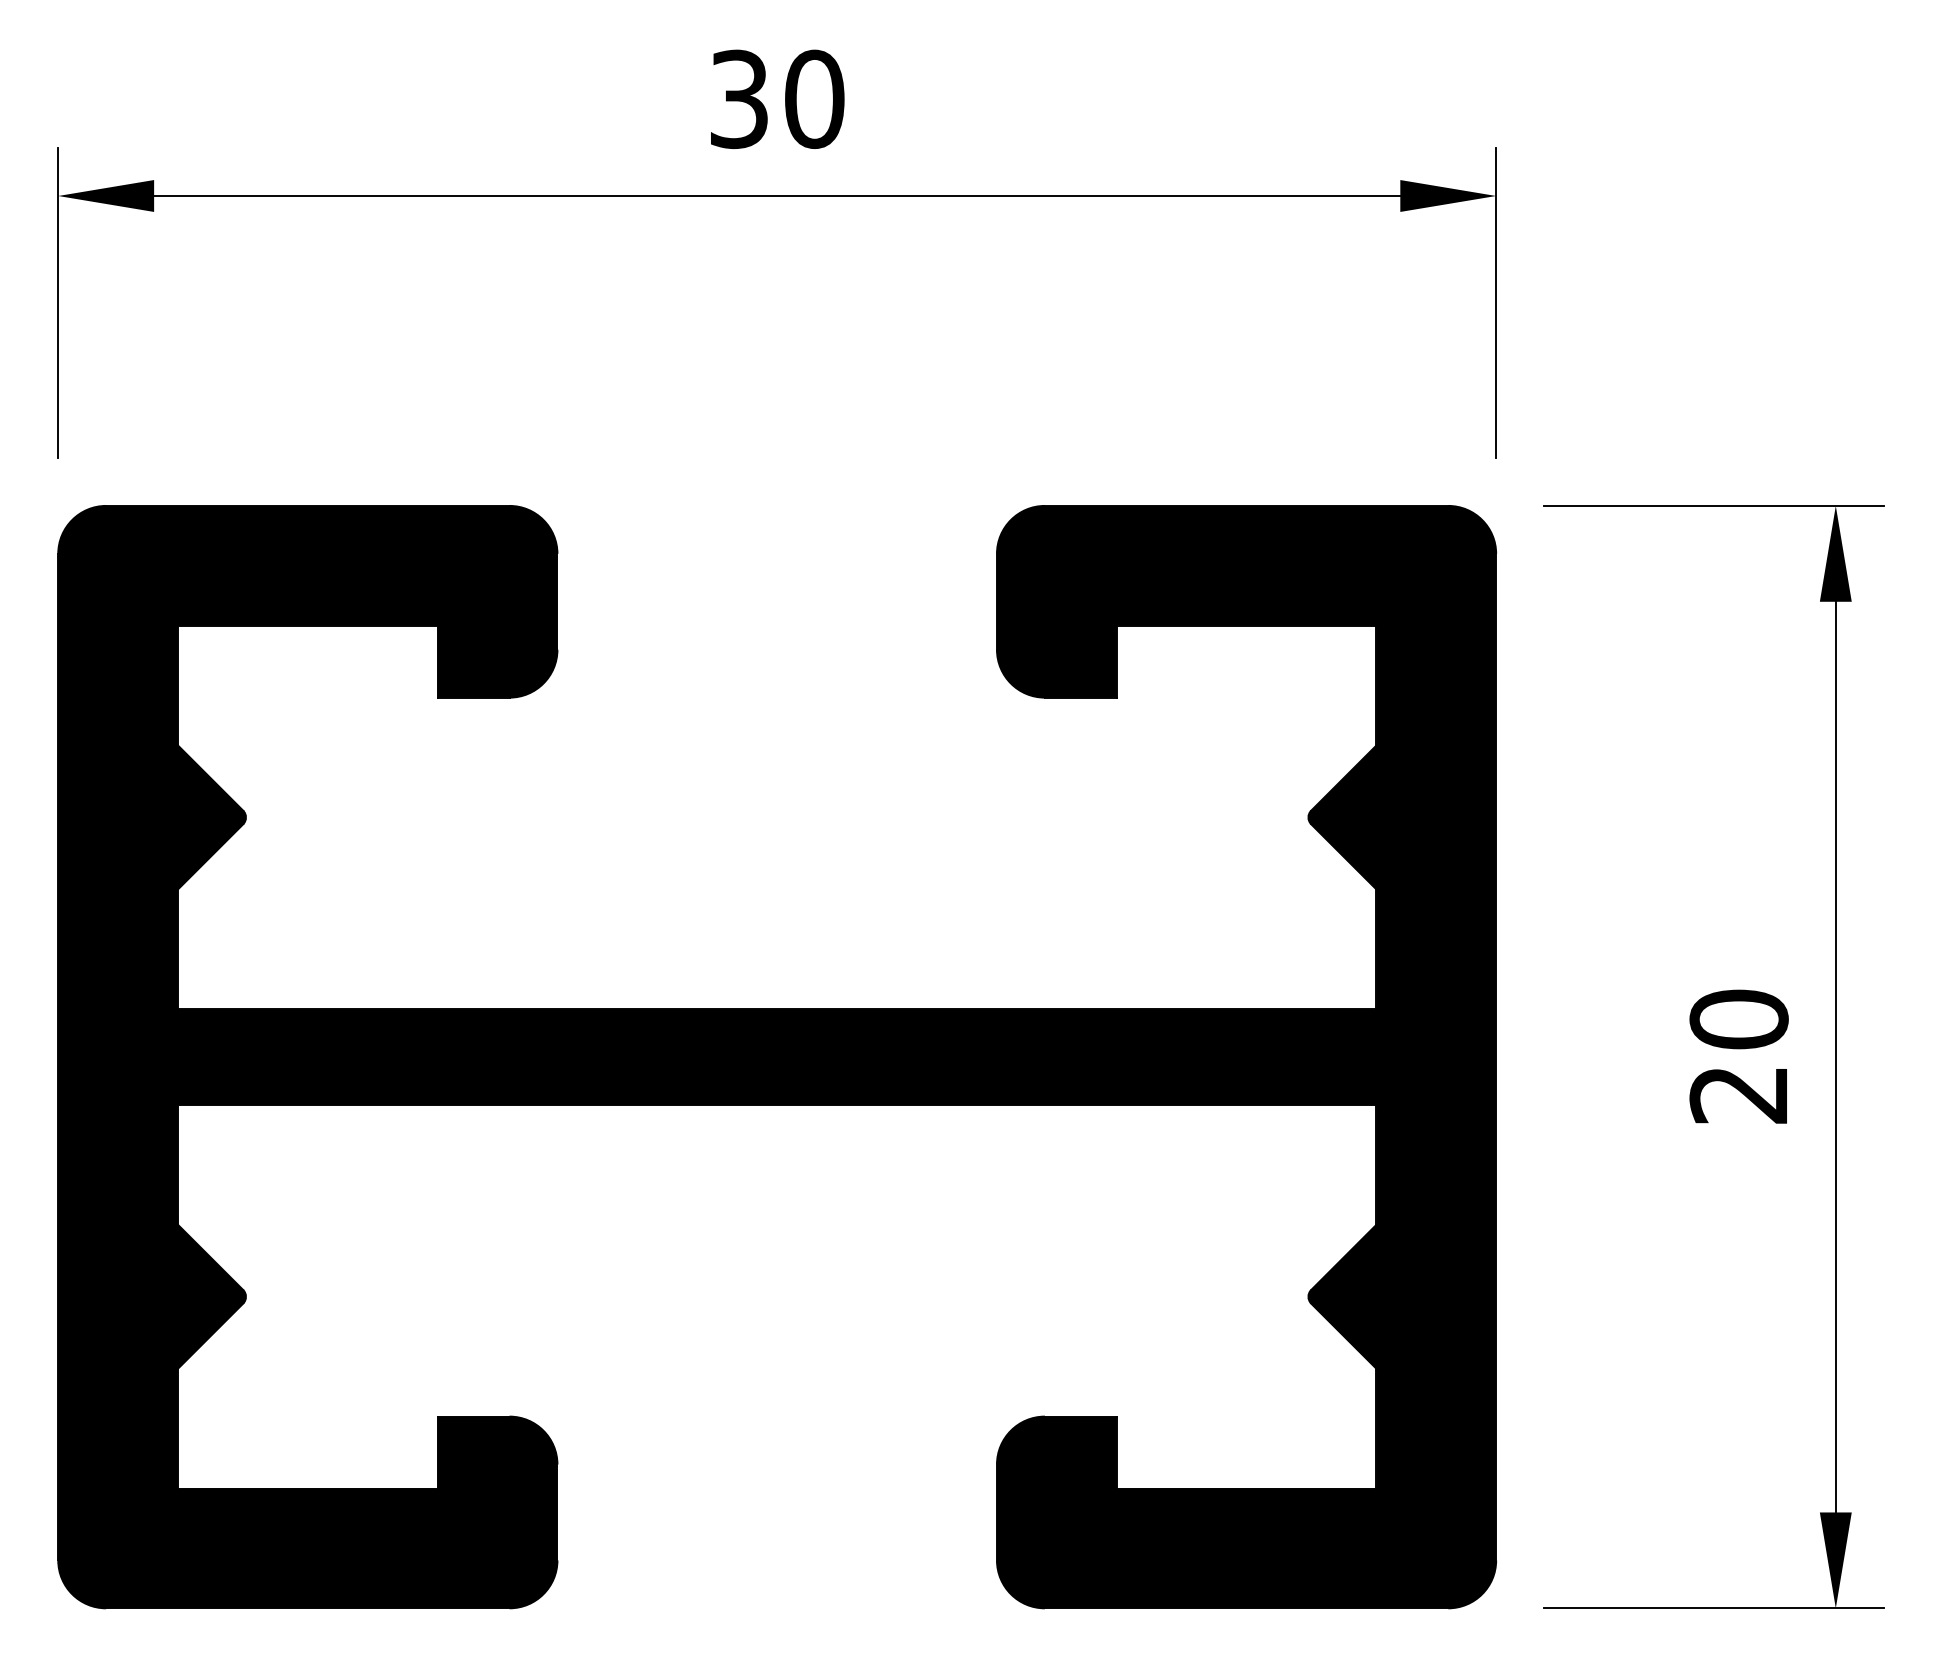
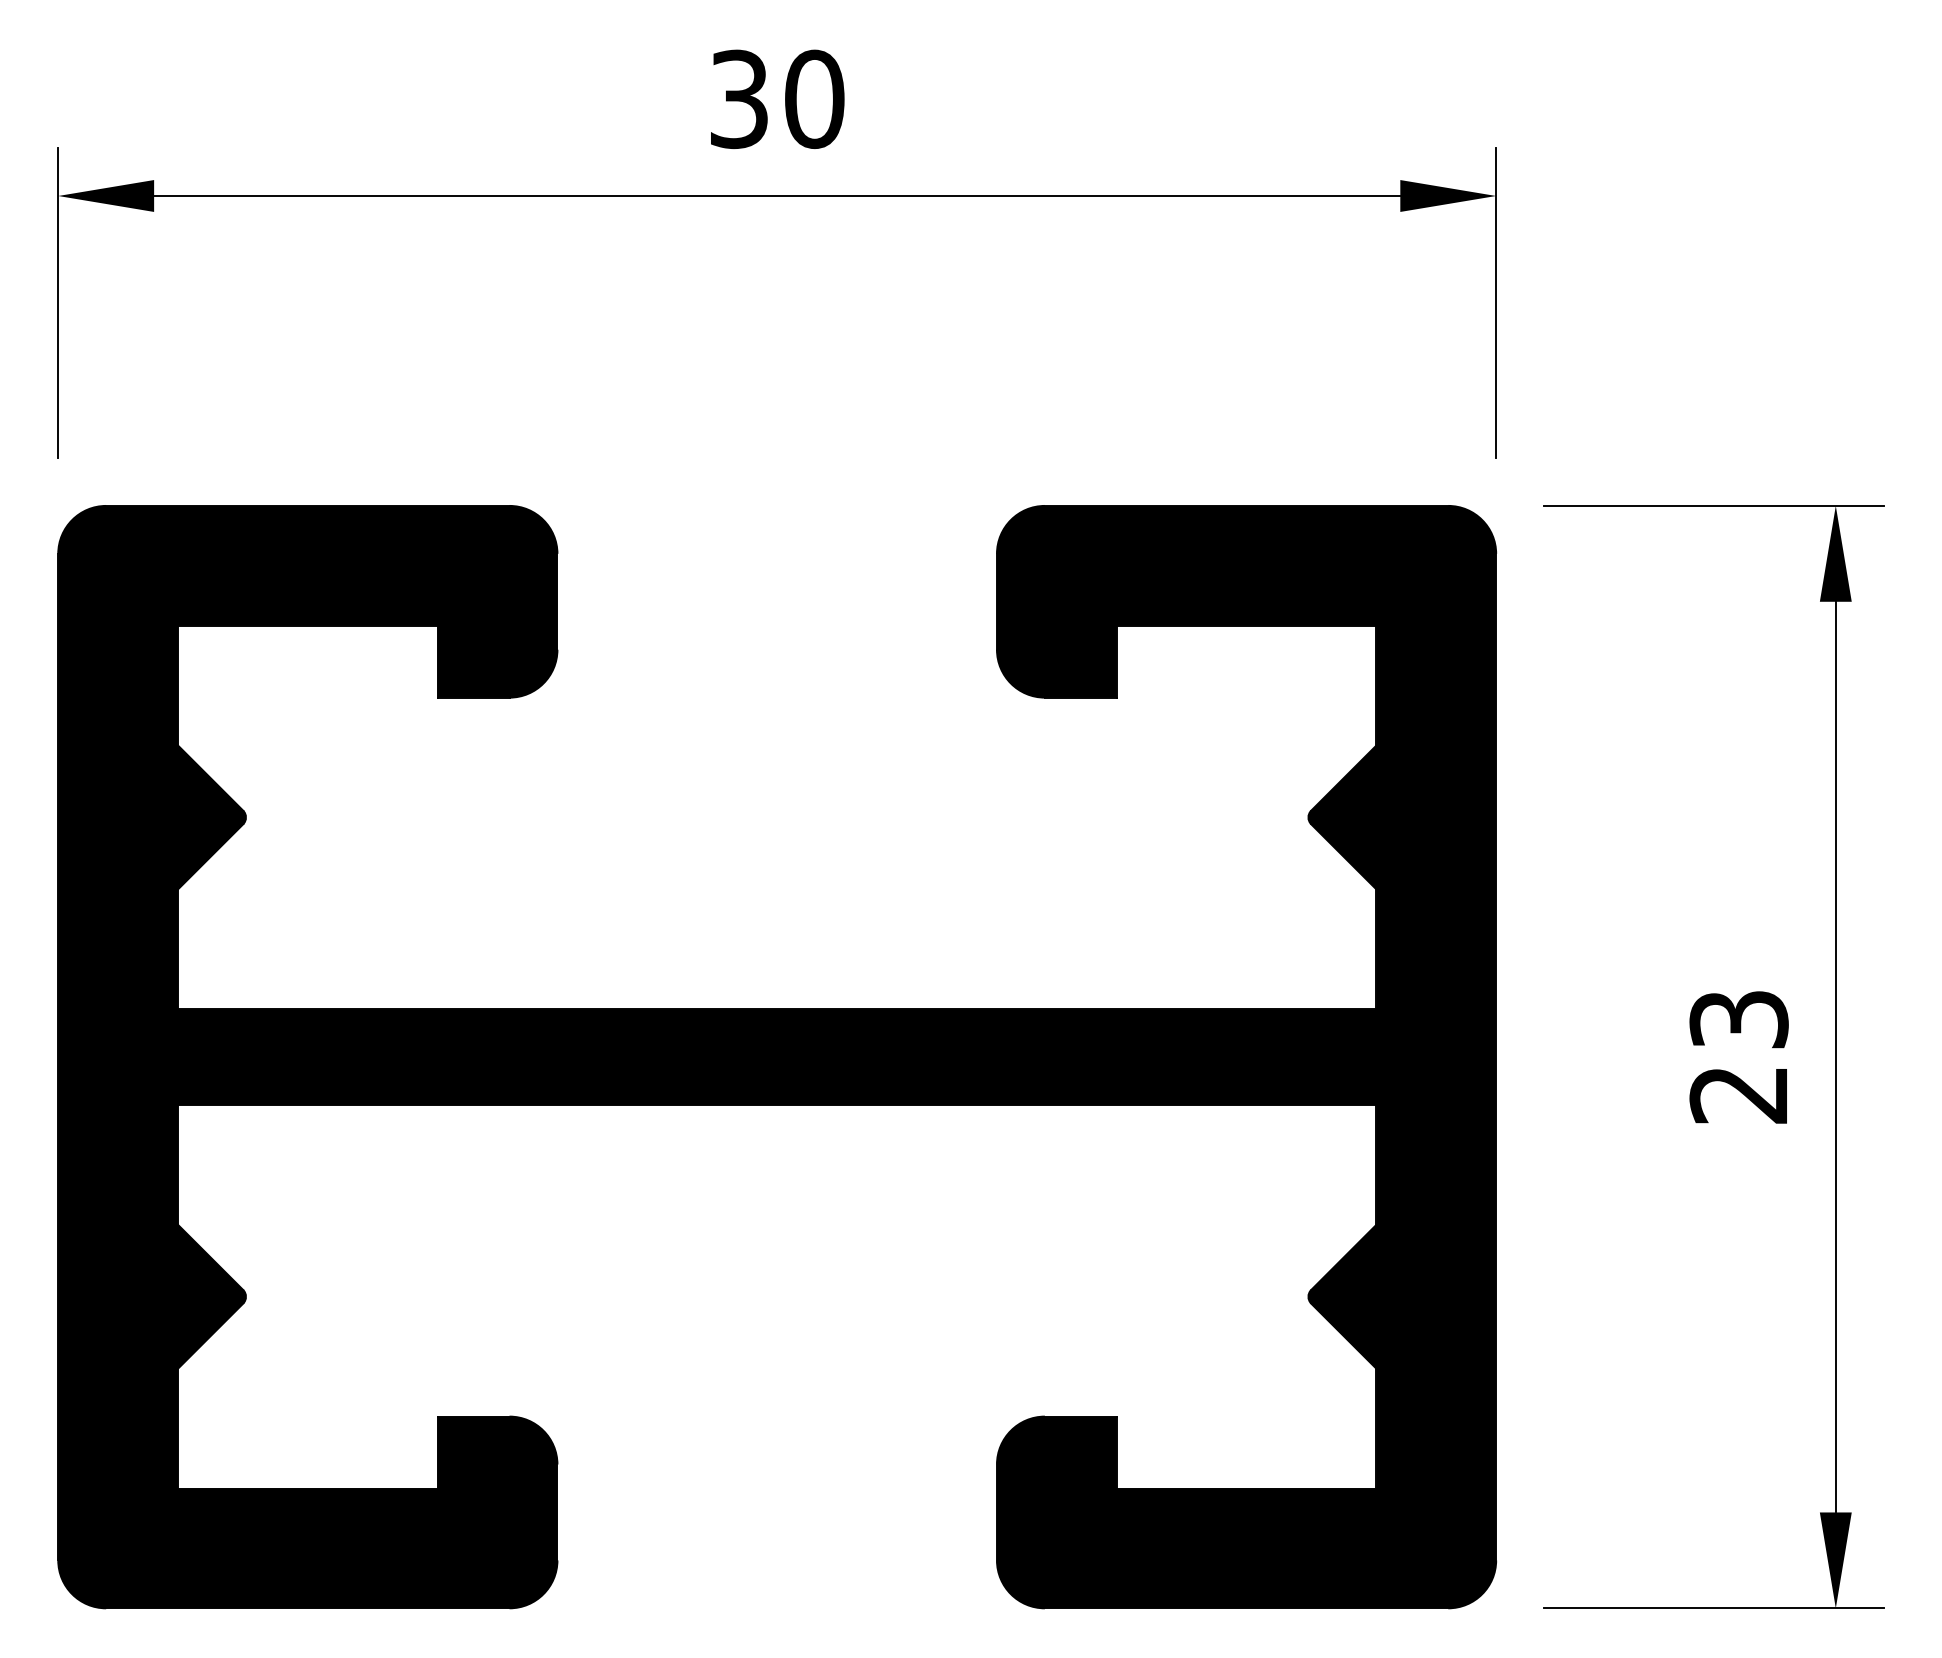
text at (1738, 1019): 20 -> 23
